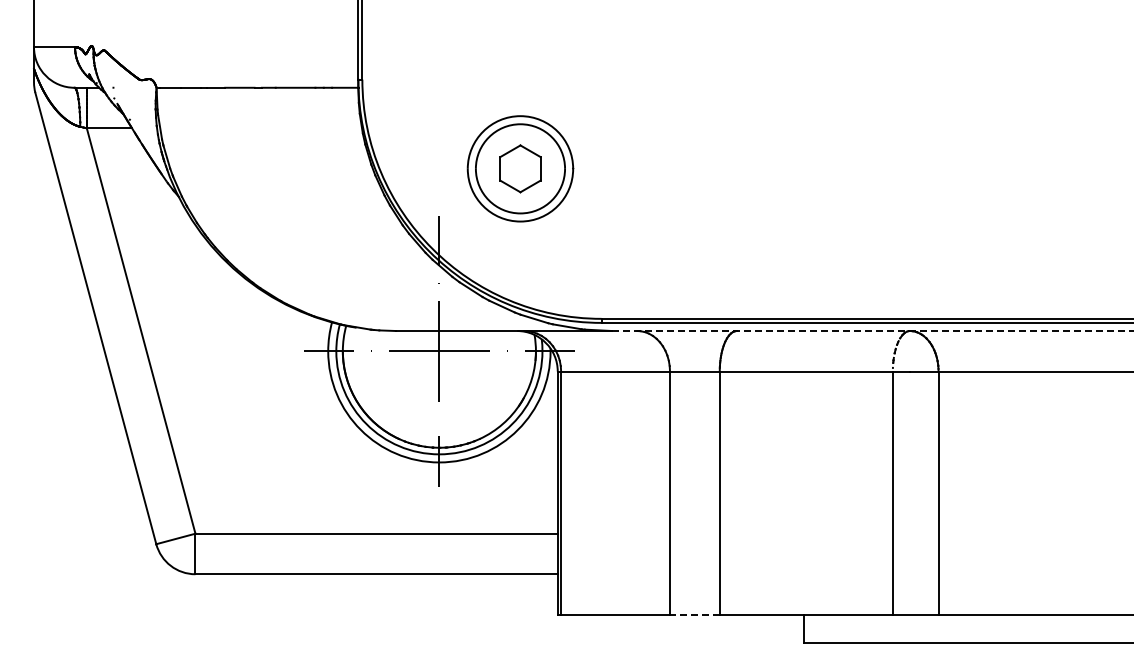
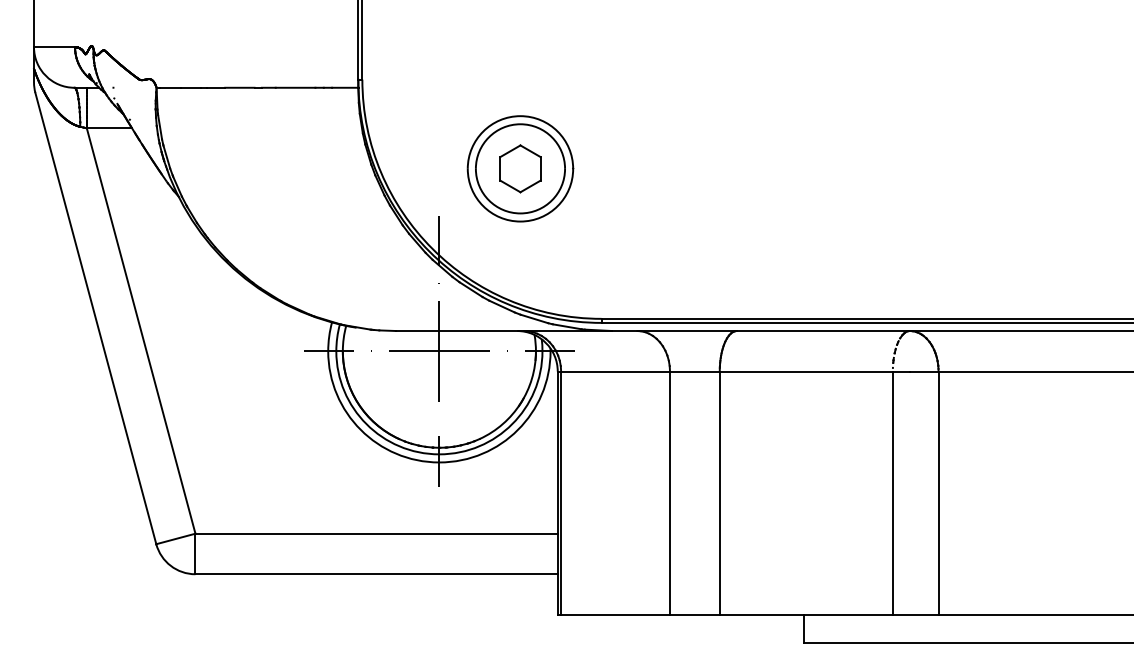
line at (872, 331): dashed -> solid
line at (694, 614): dashed -> solid
